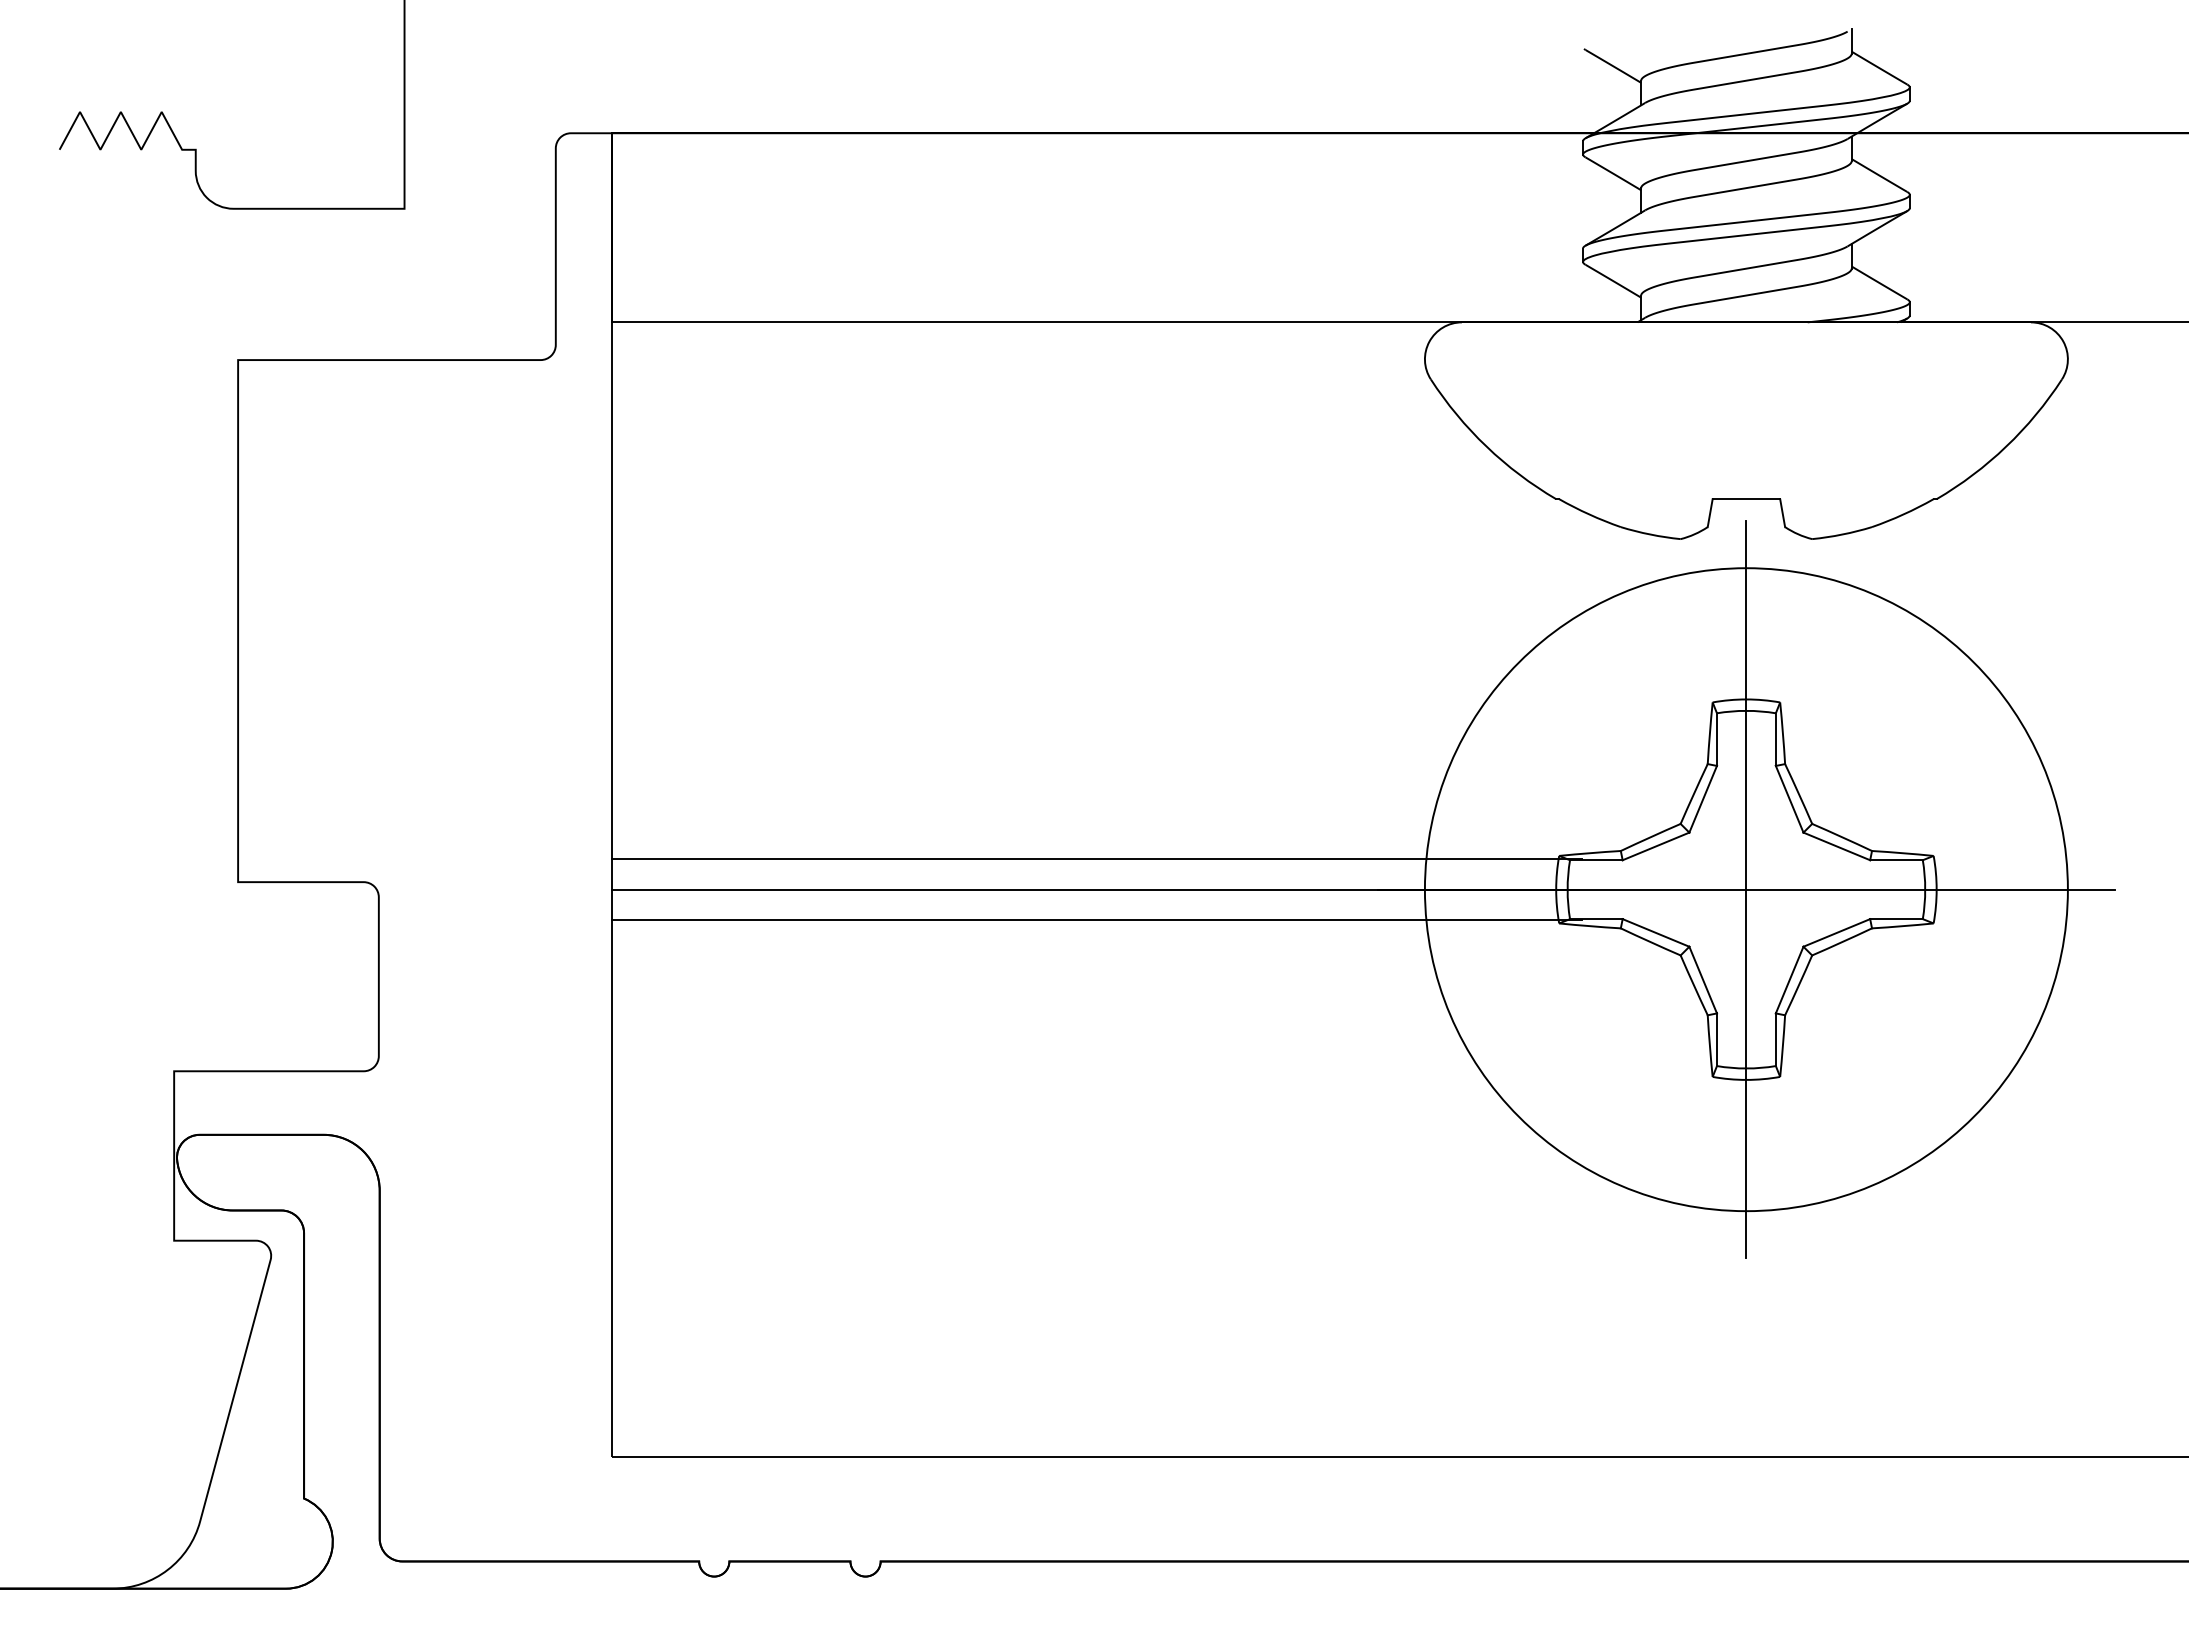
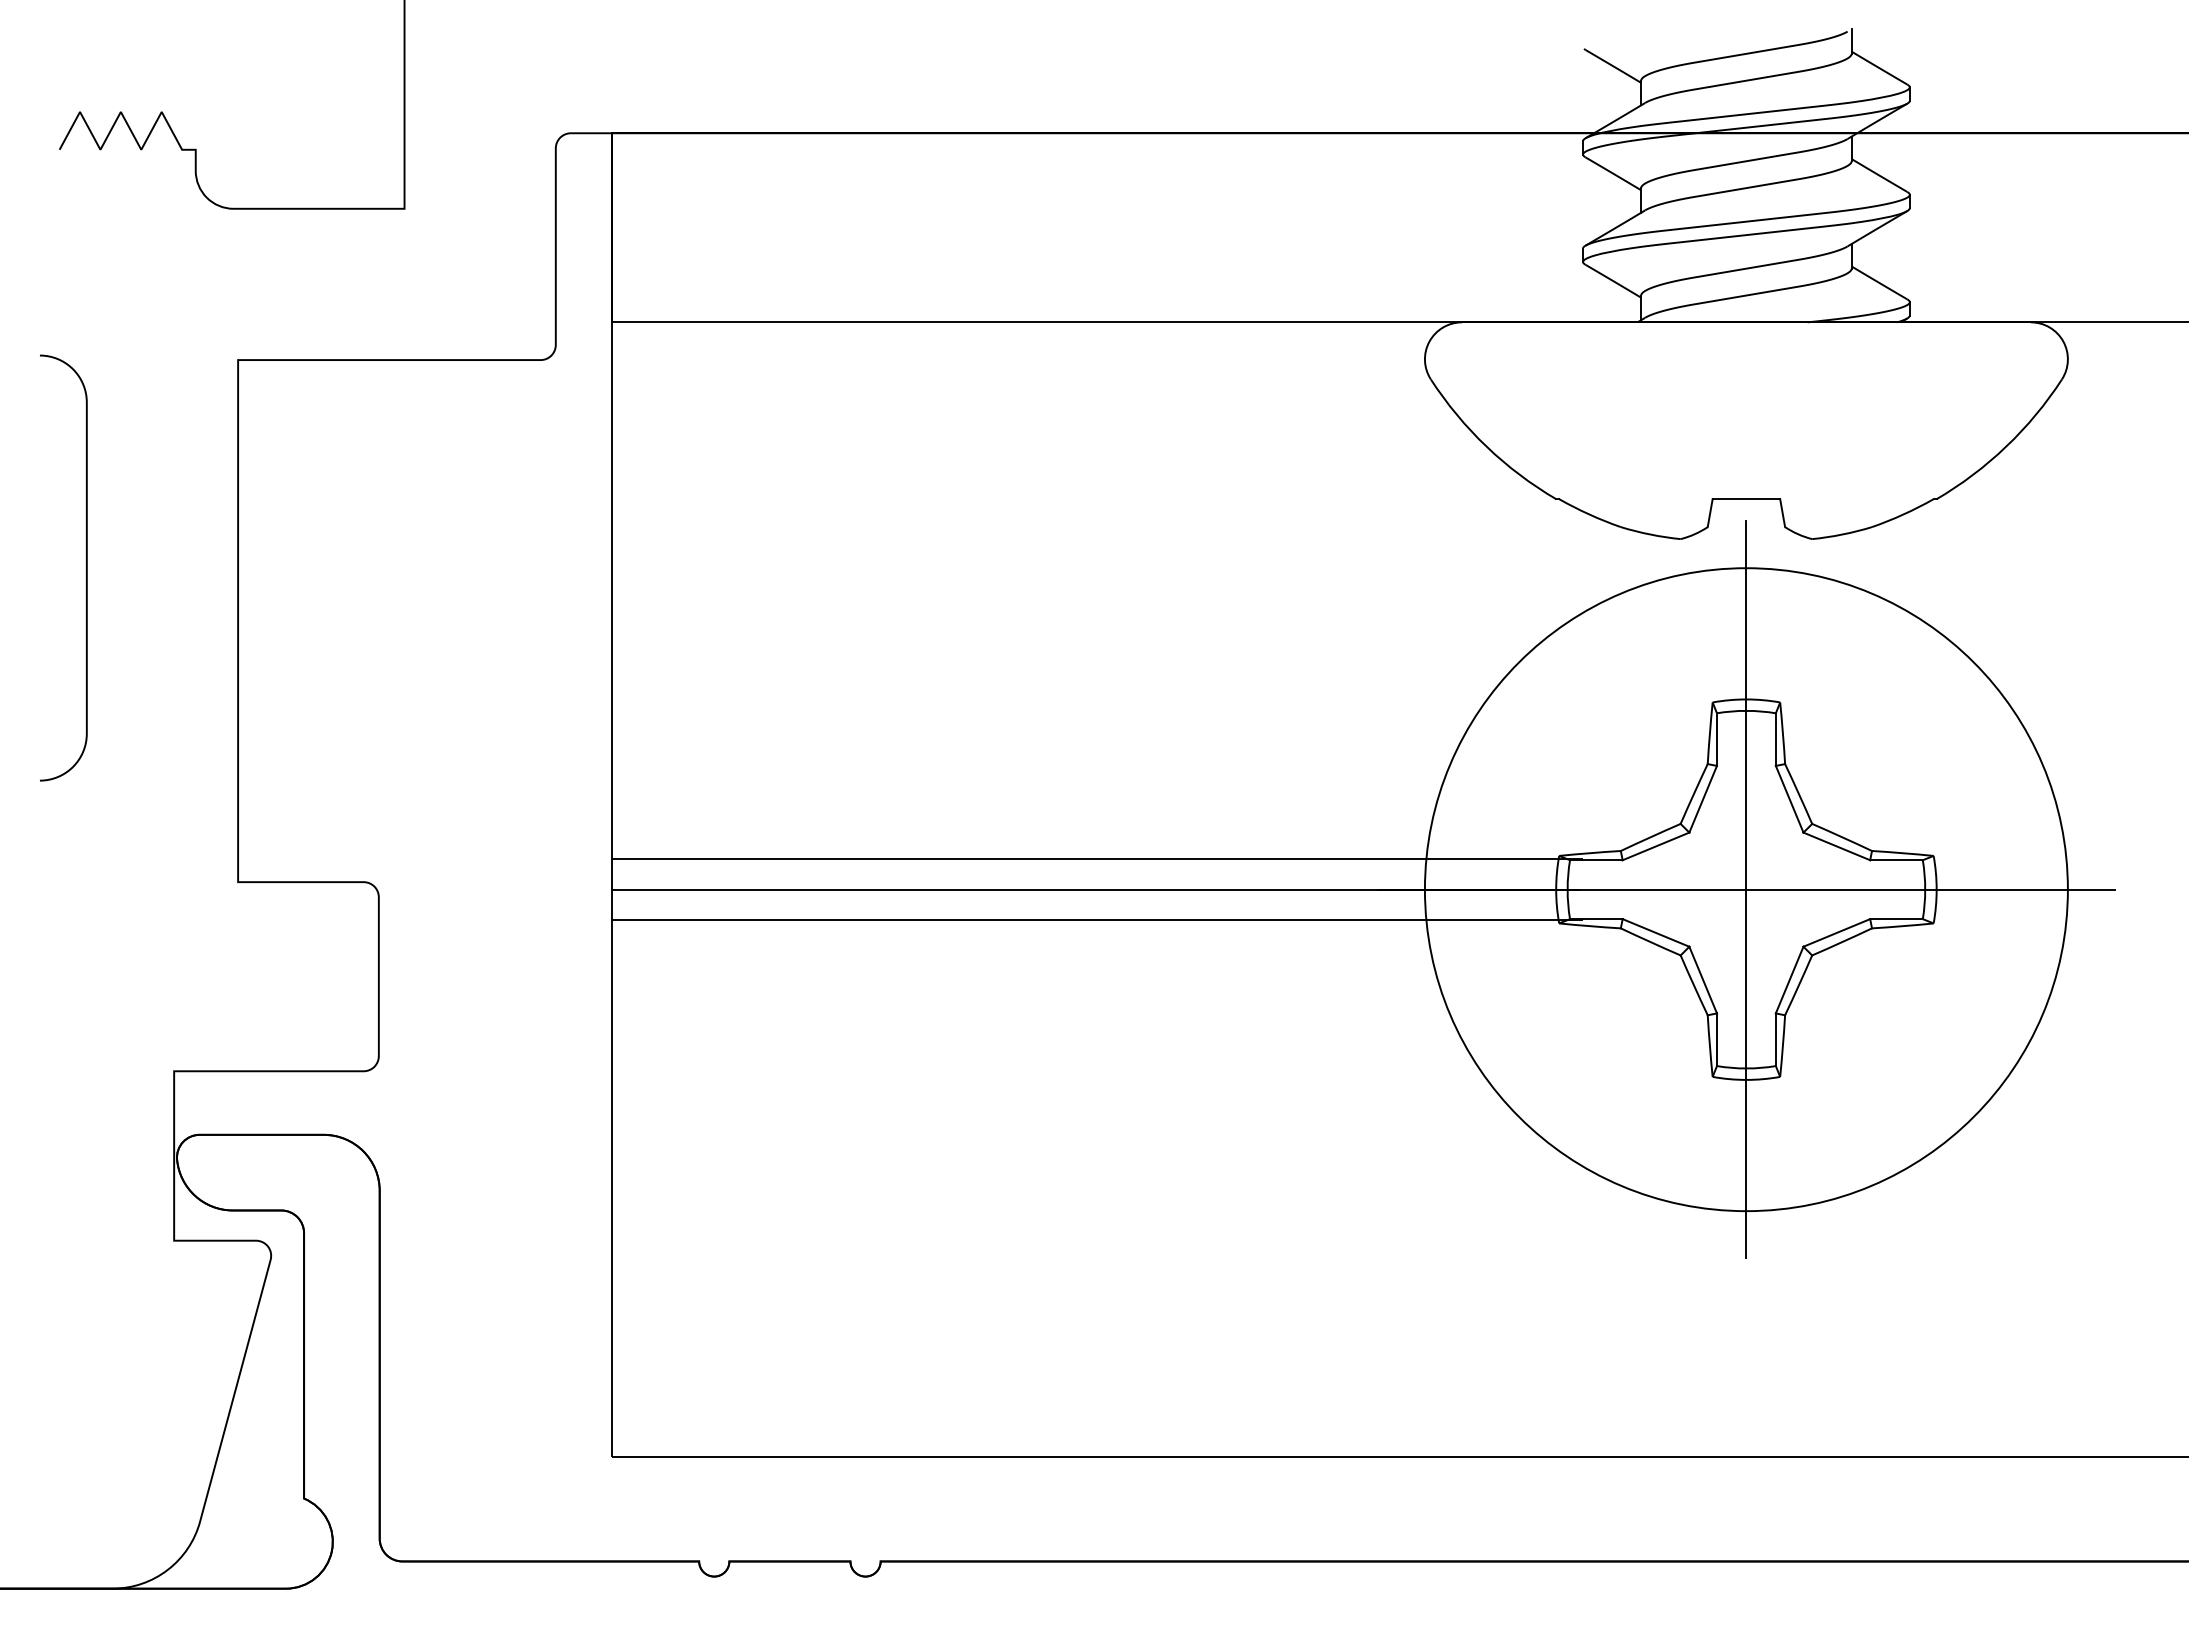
curve at (86, 567): none -> present
